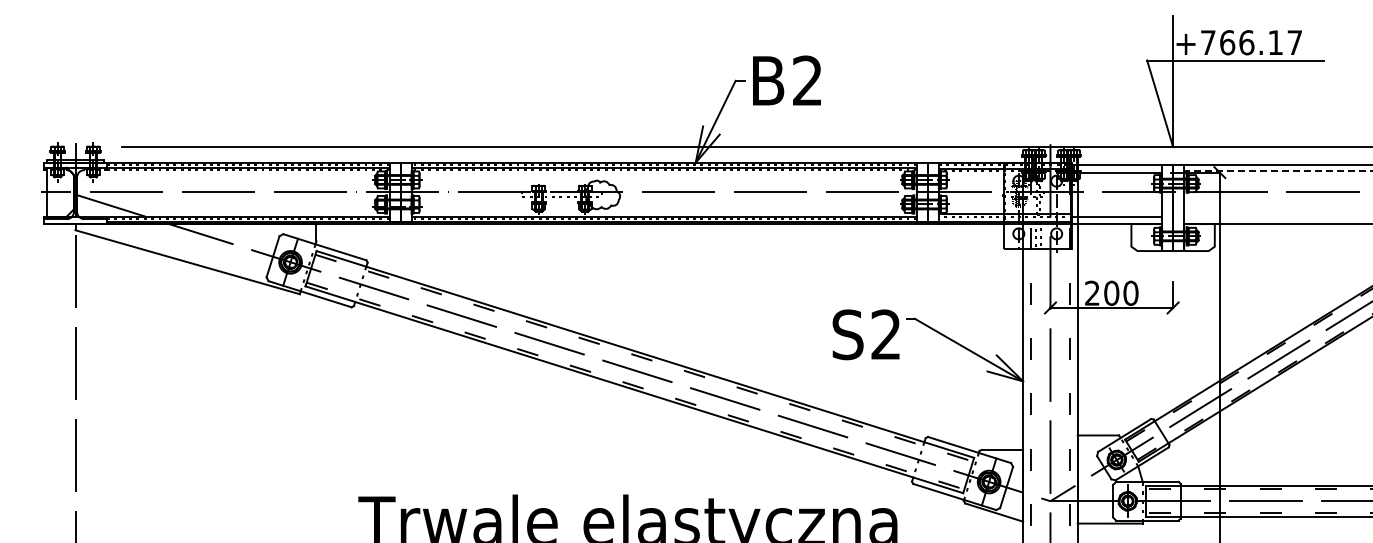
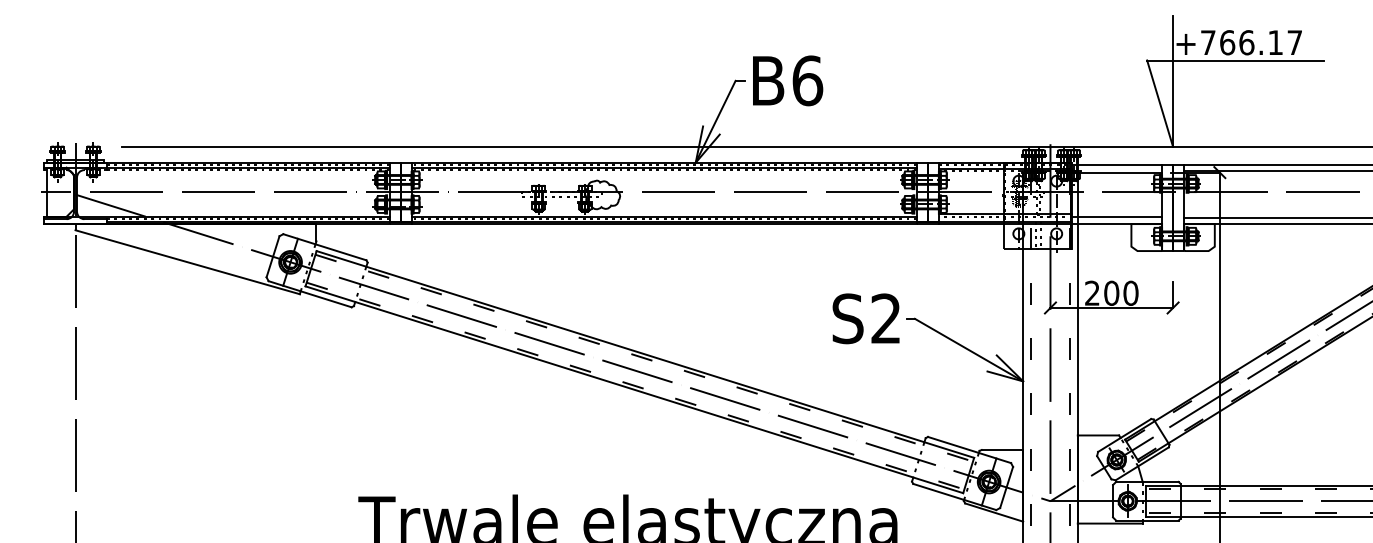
text at (807, 80): B2 -> B6
line at (1278, 171): dashed -> solid
line at (1276, 217): none -> present
text at (865, 334) position: (865, 334) -> (865, 318)
